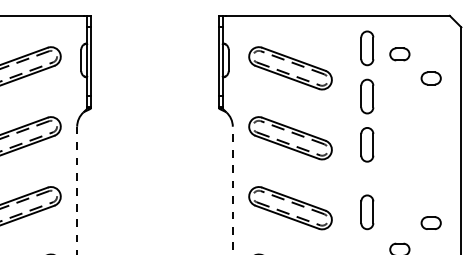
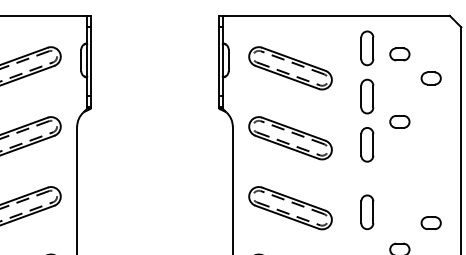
part at (399, 121): none -> present
line at (77, 190): dashed -> solid
line at (232, 190): dashed -> solid
